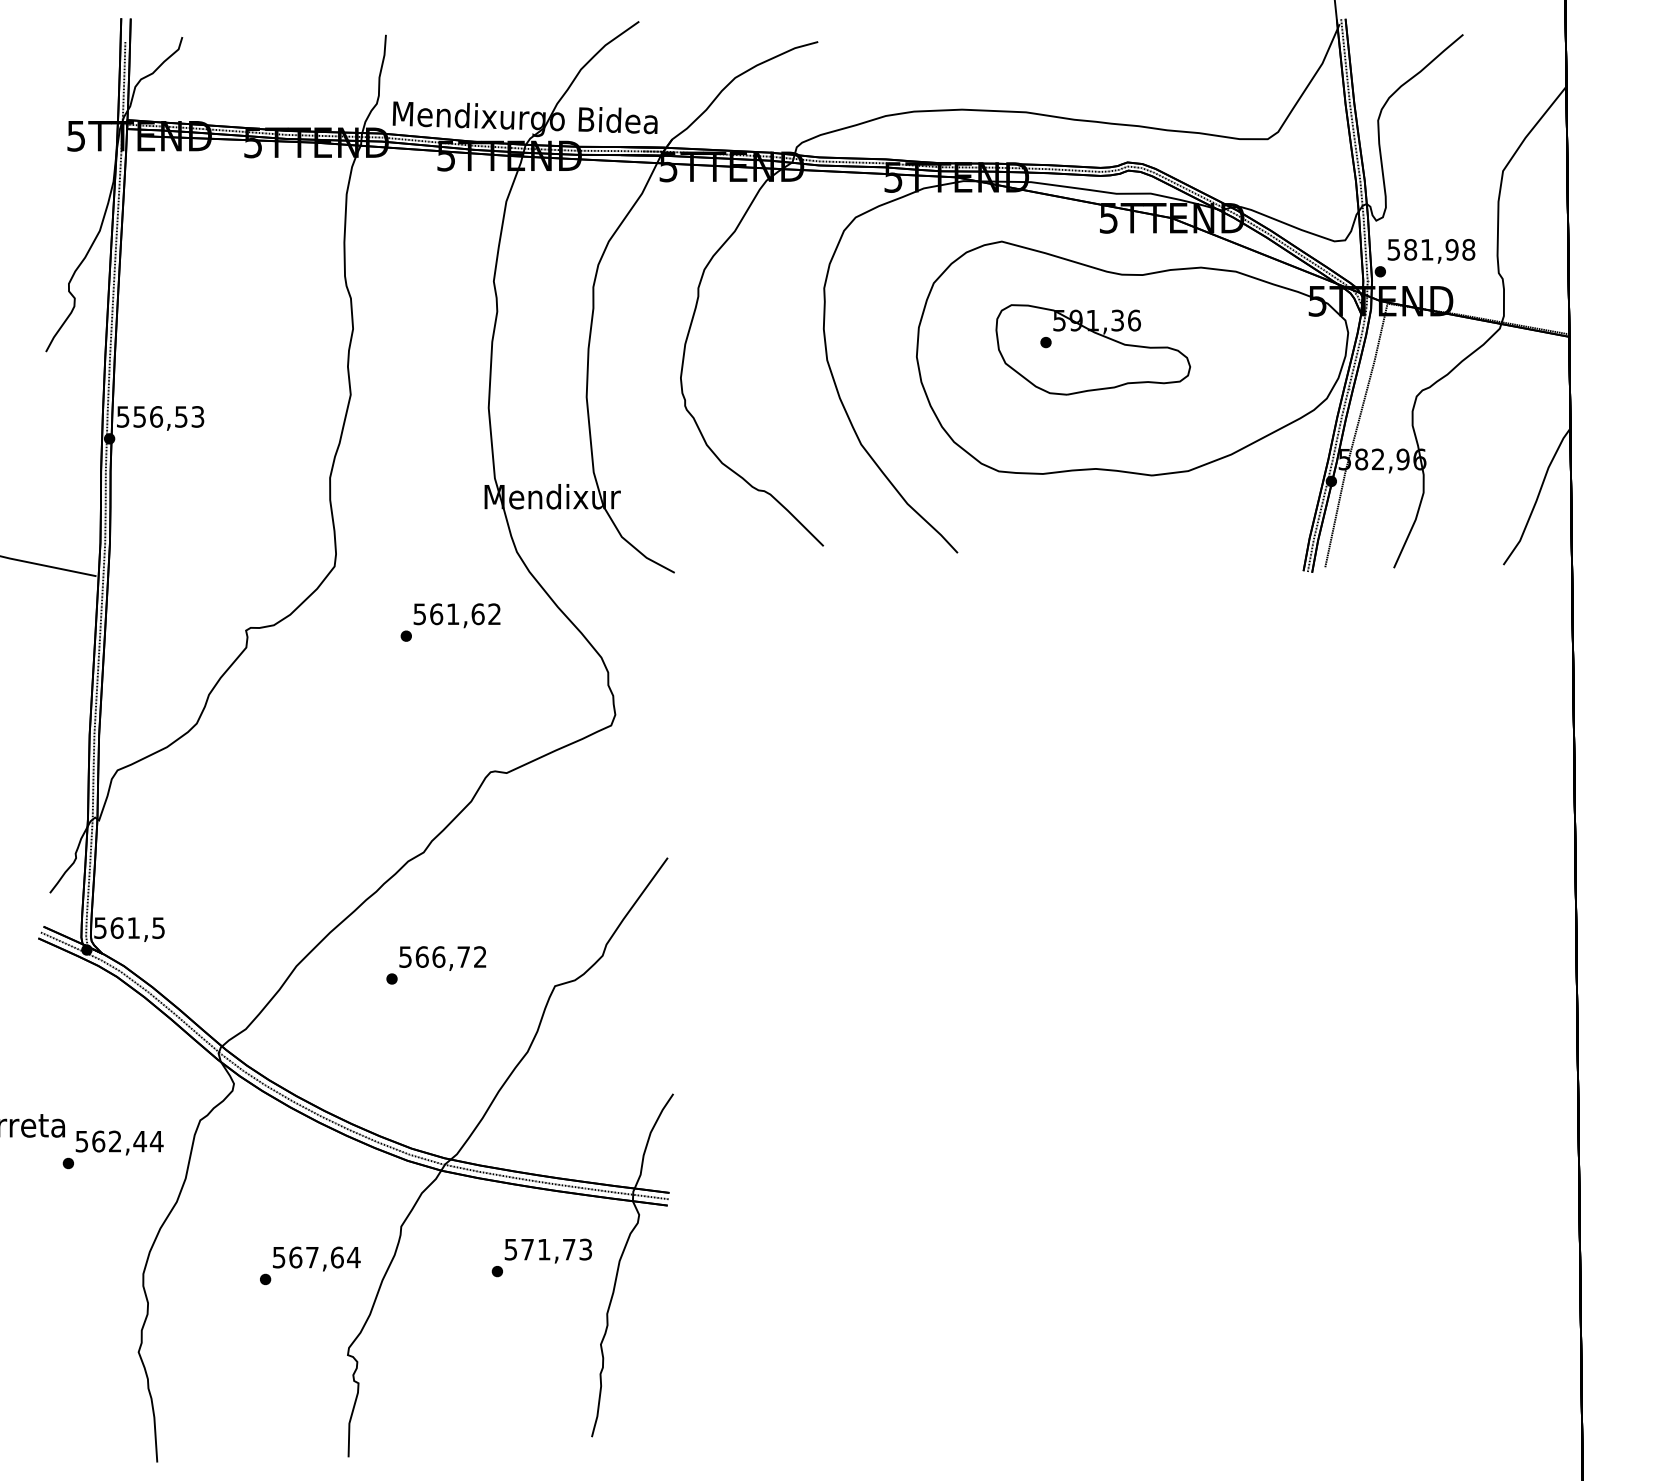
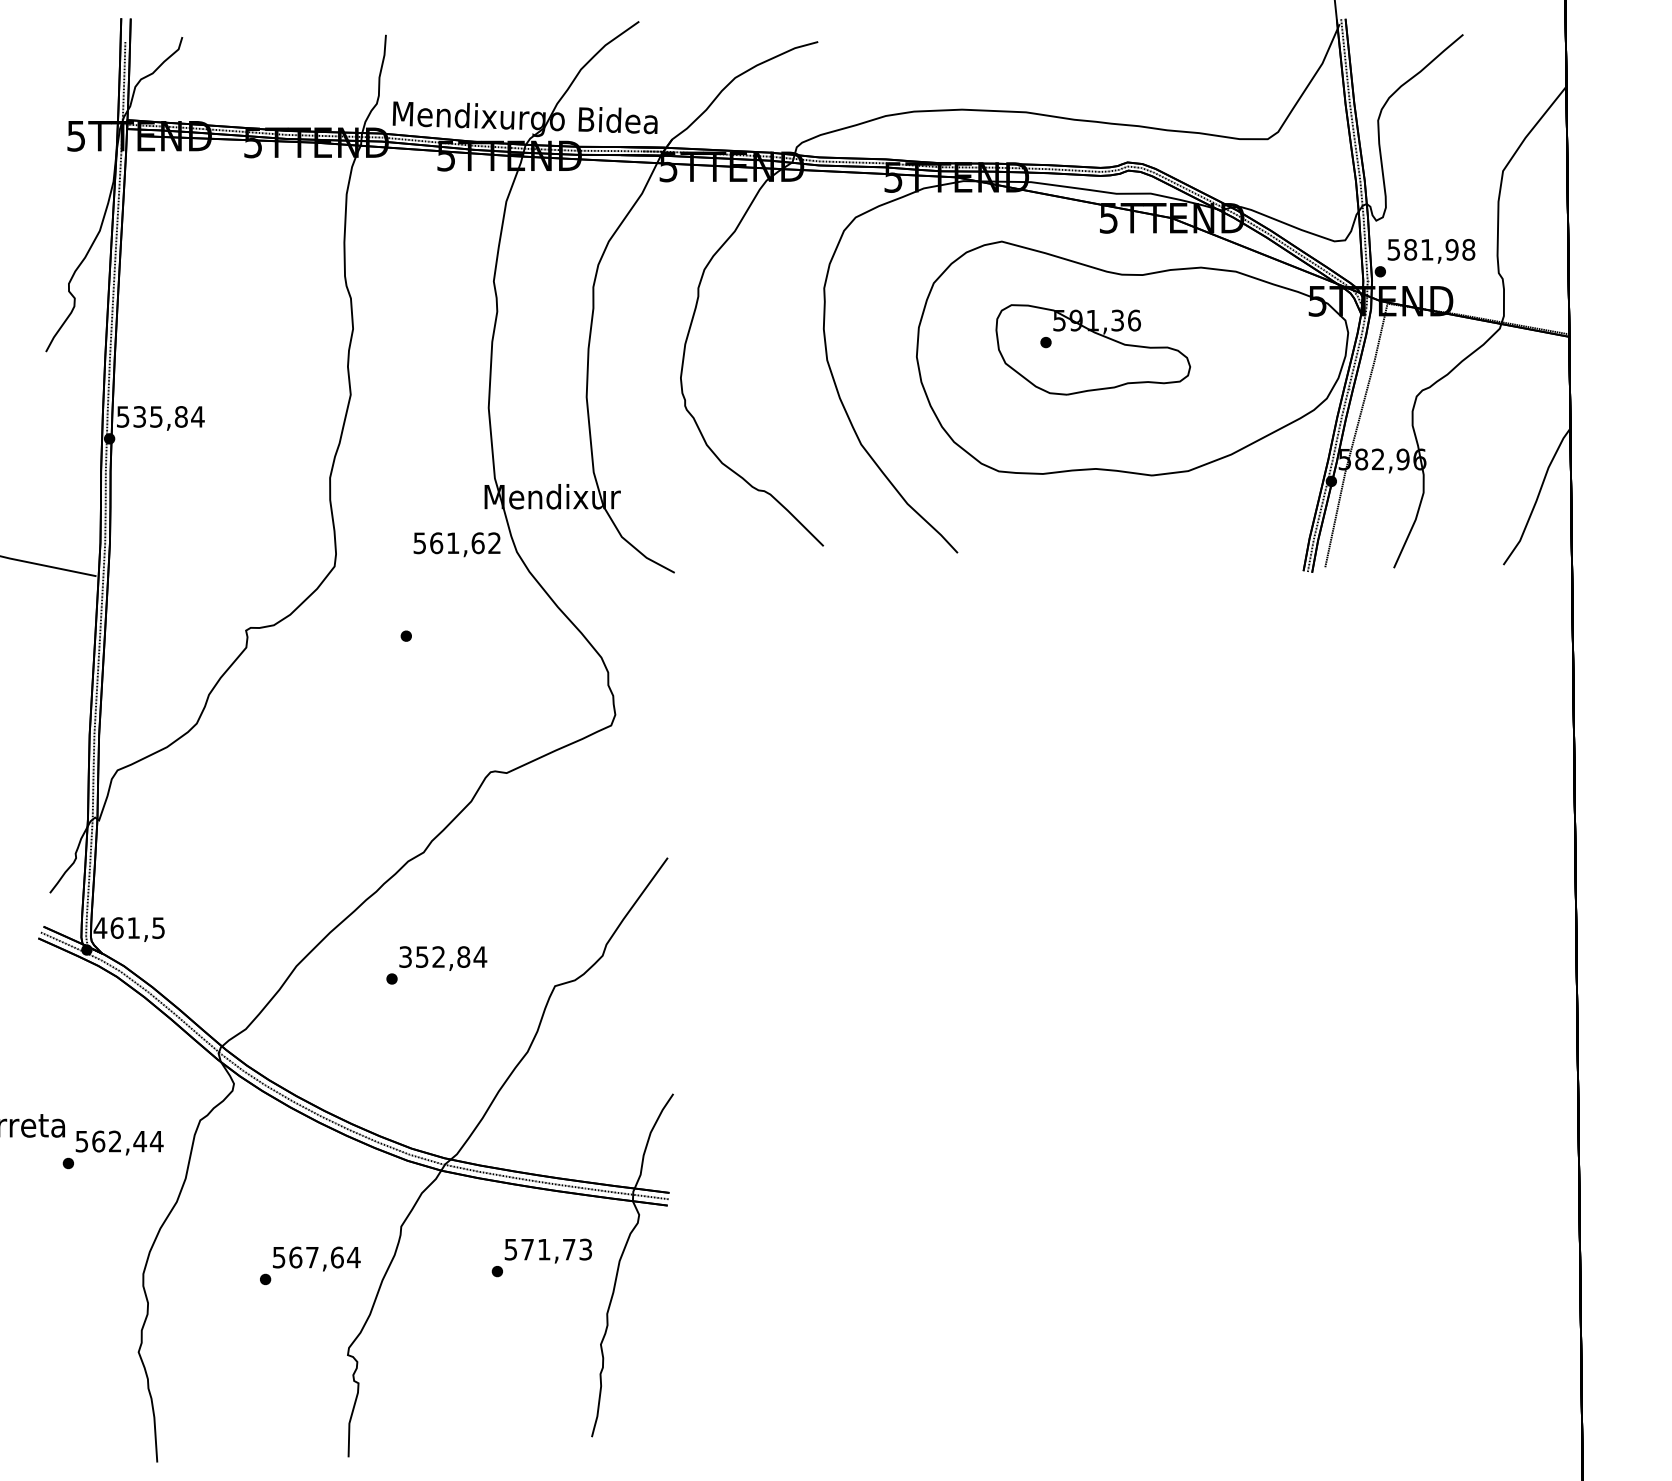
text at (169, 416): 556,53 -> 535,84
text at (456, 615) position: (456, 615) -> (456, 544)
text at (100, 927): 561,5 -> 461,5
text at (443, 956): 566,72 -> 352,84
